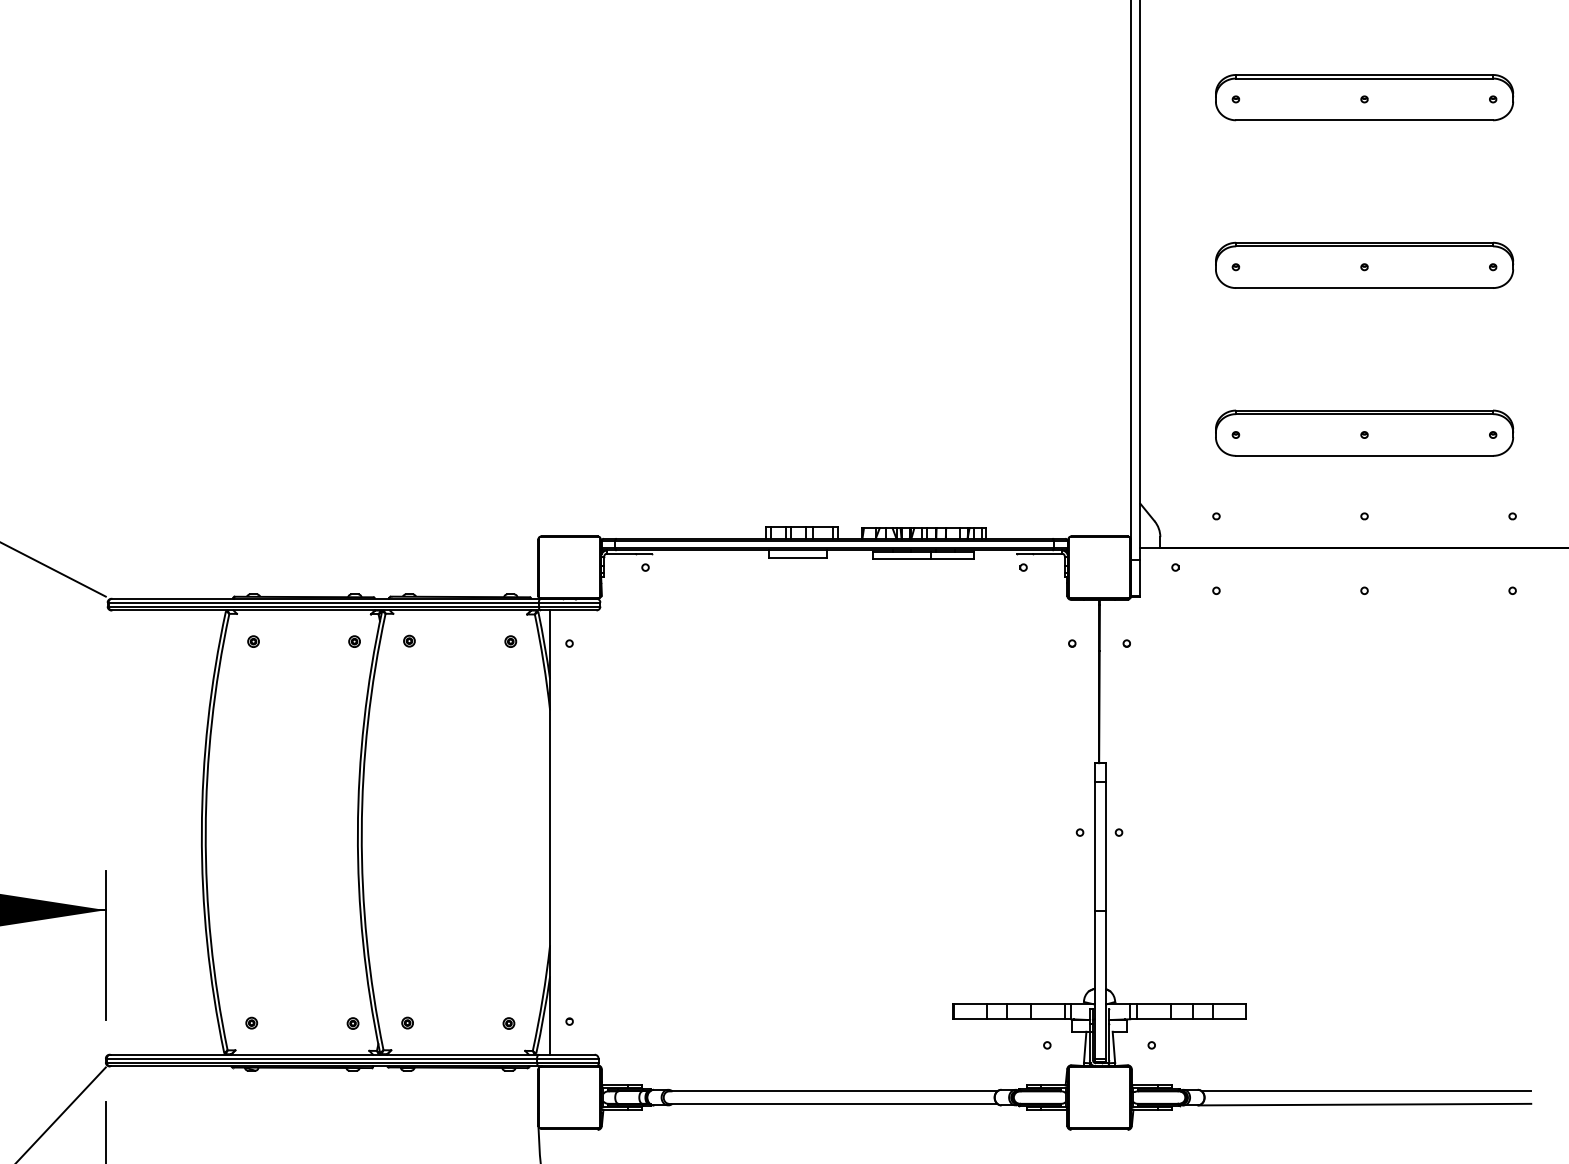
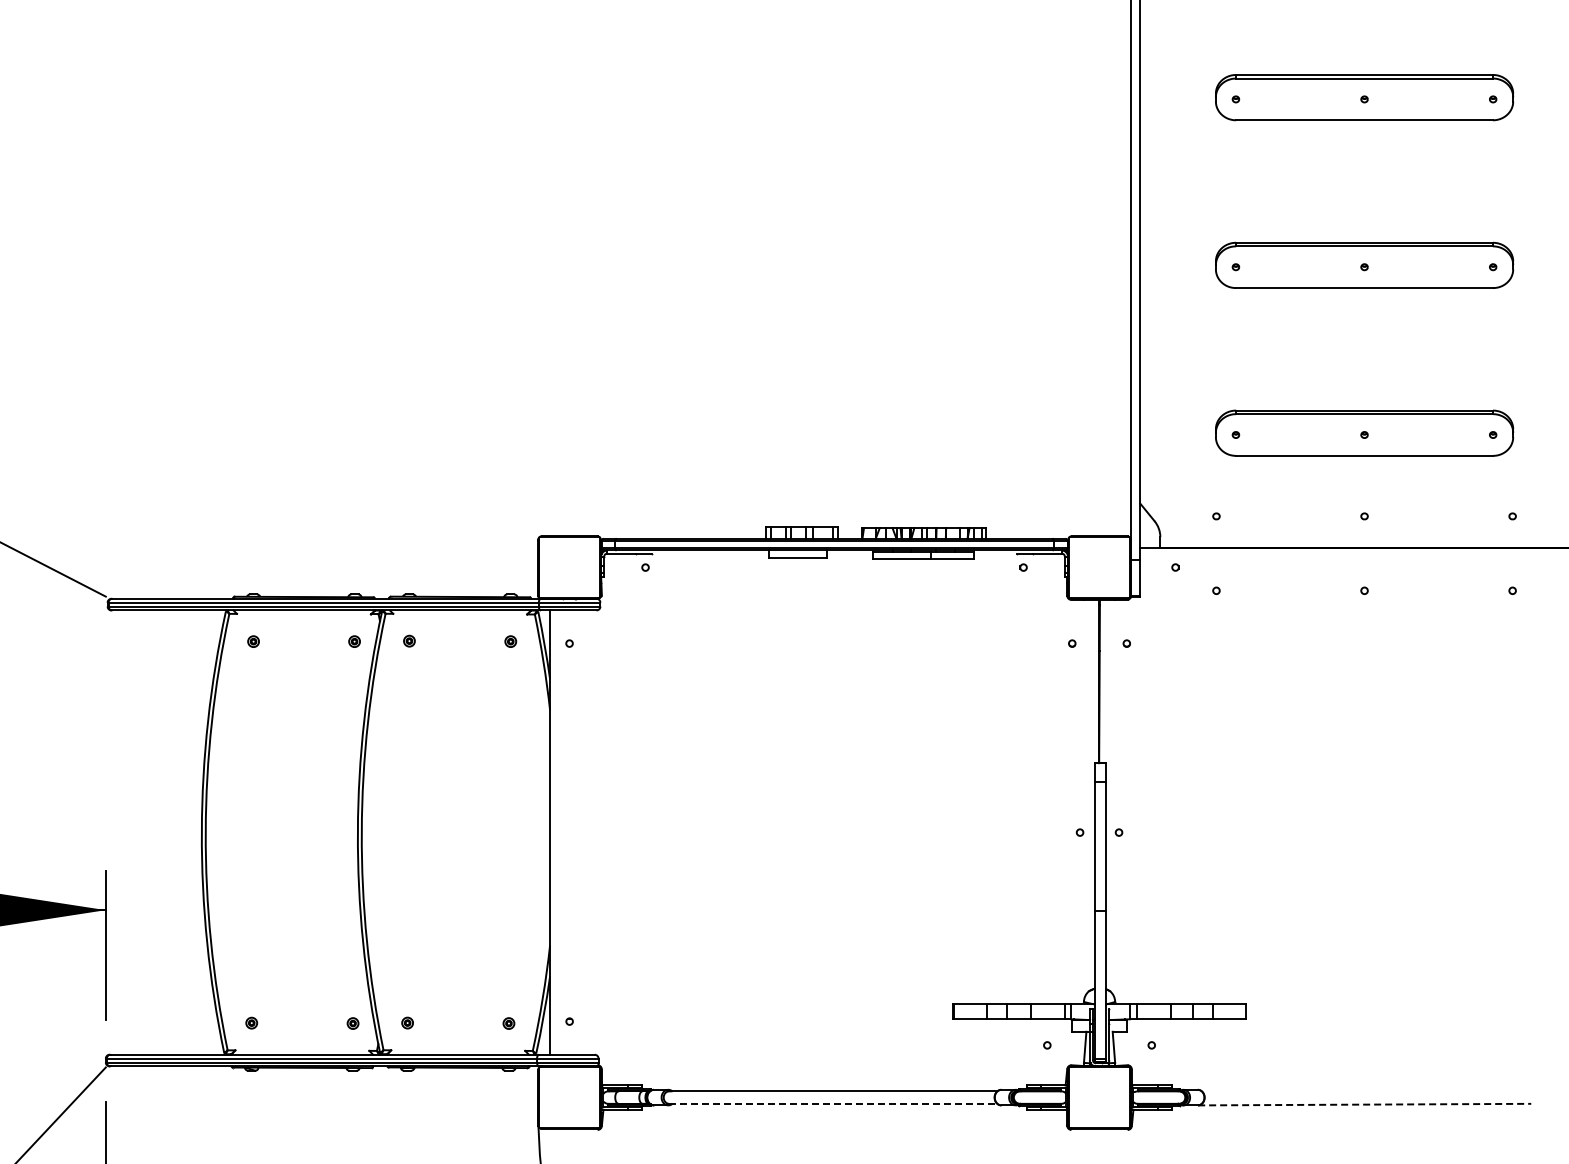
line at (1366, 1091): present -> none
line at (833, 1103): solid -> dashed
line at (1364, 1104): solid -> dashed
